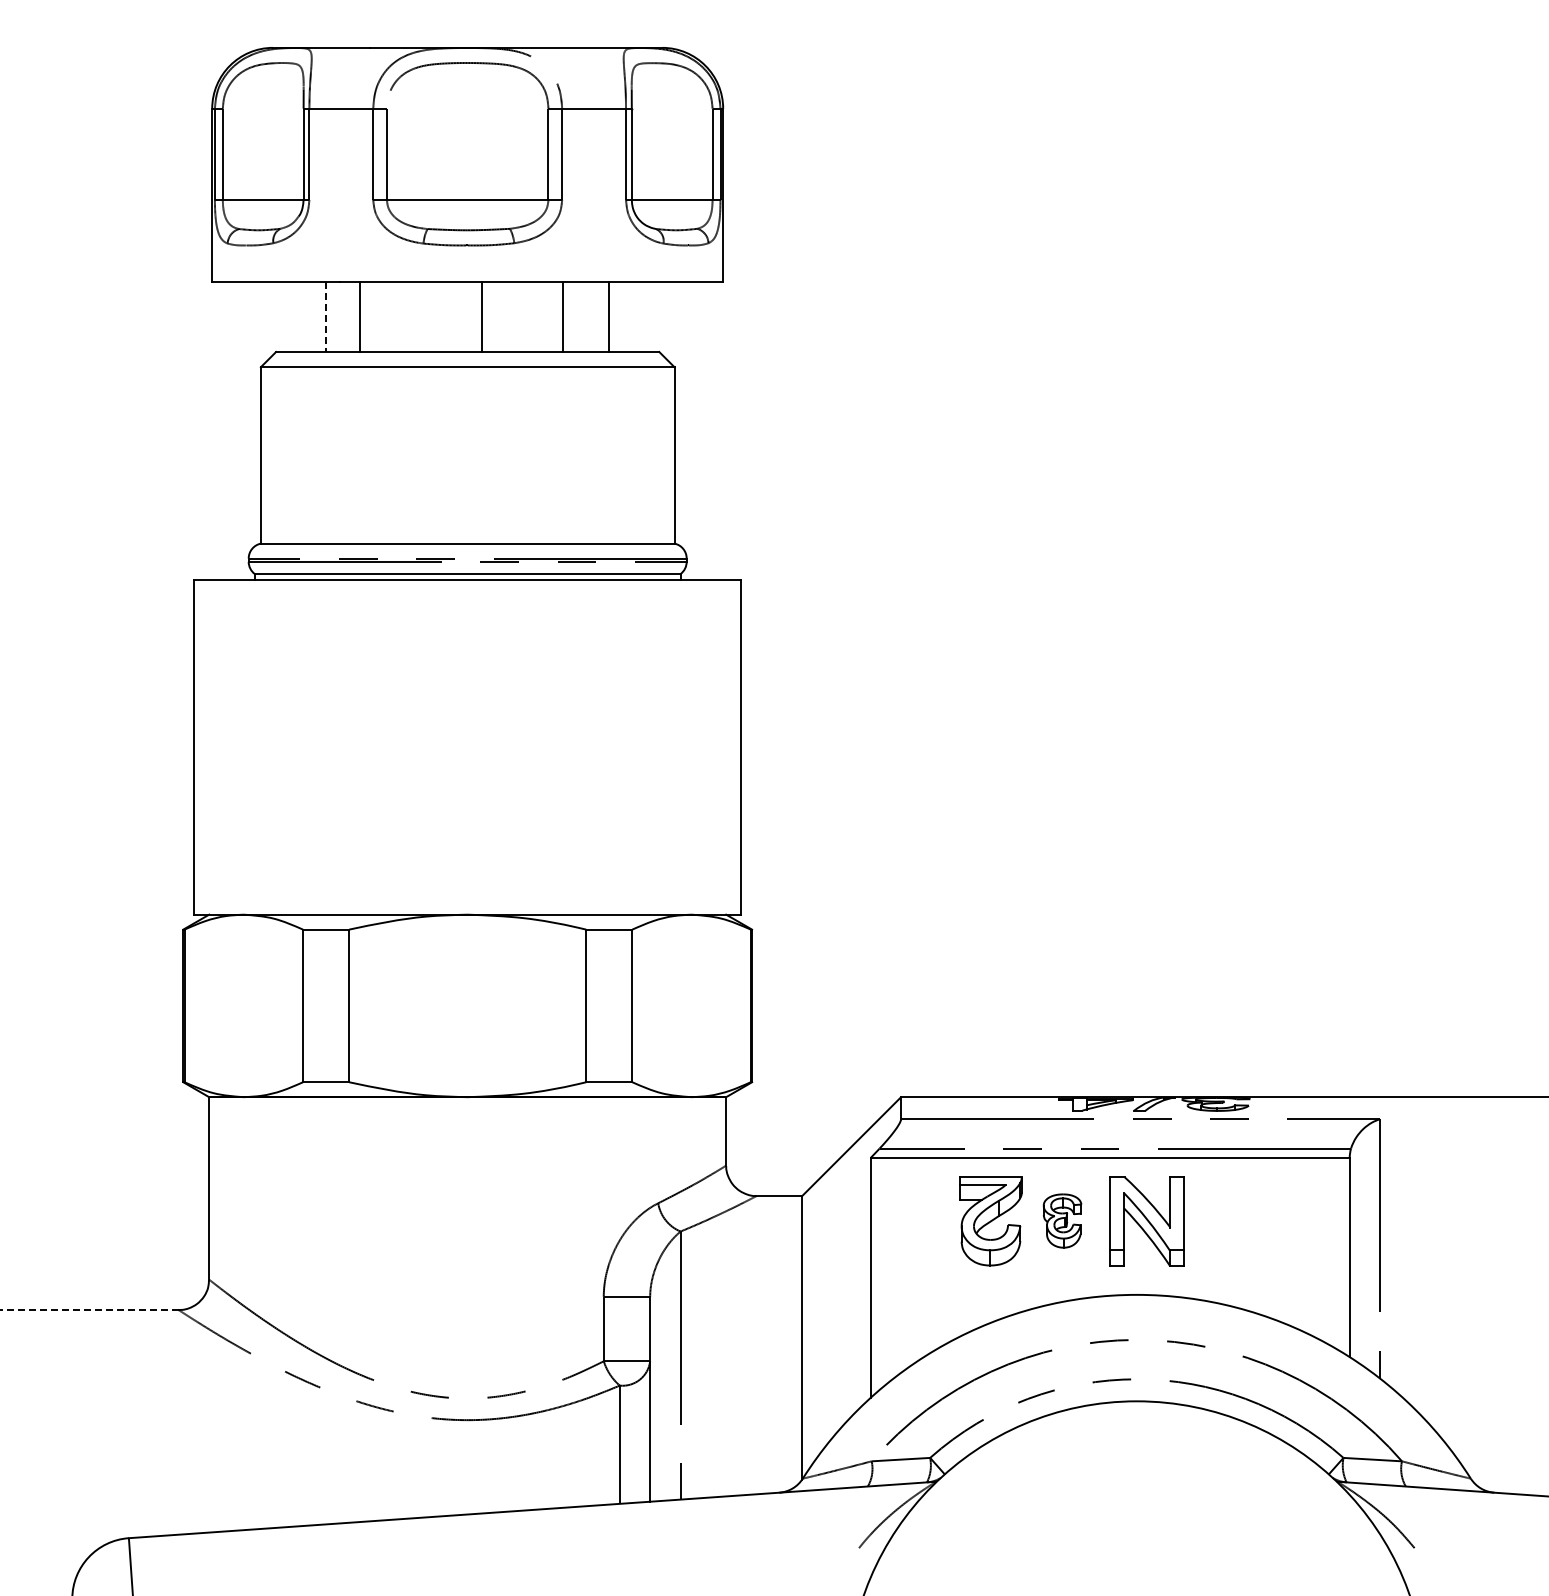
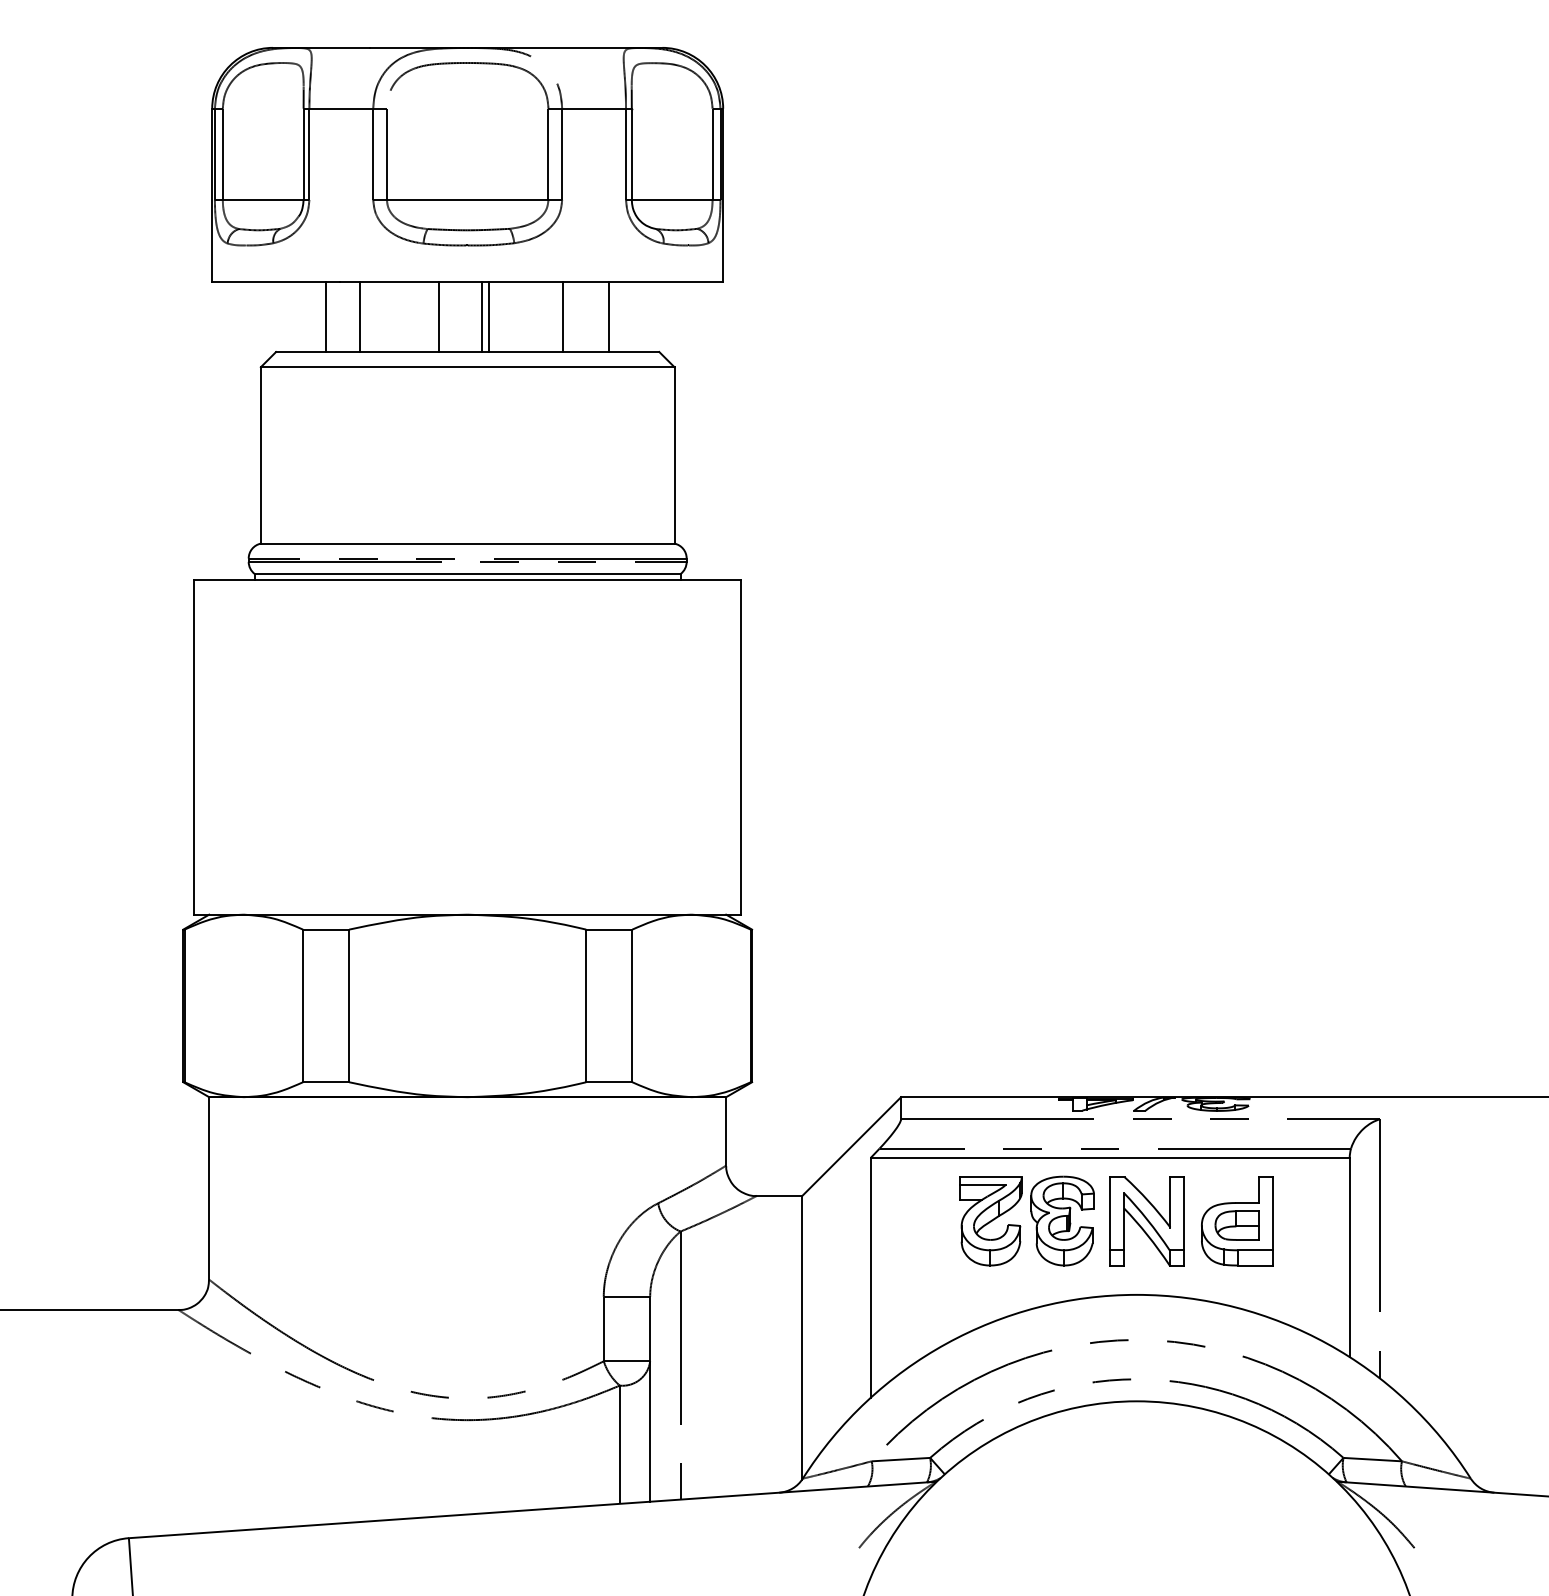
line at (326, 317): dashed -> solid
line at (438, 317): none -> present
line at (489, 317): none -> present
part at (1062, 1220) size: 41x56 px -> 65x92 px
part at (1237, 1221): none -> present
line at (89, 1310): dashed -> solid
